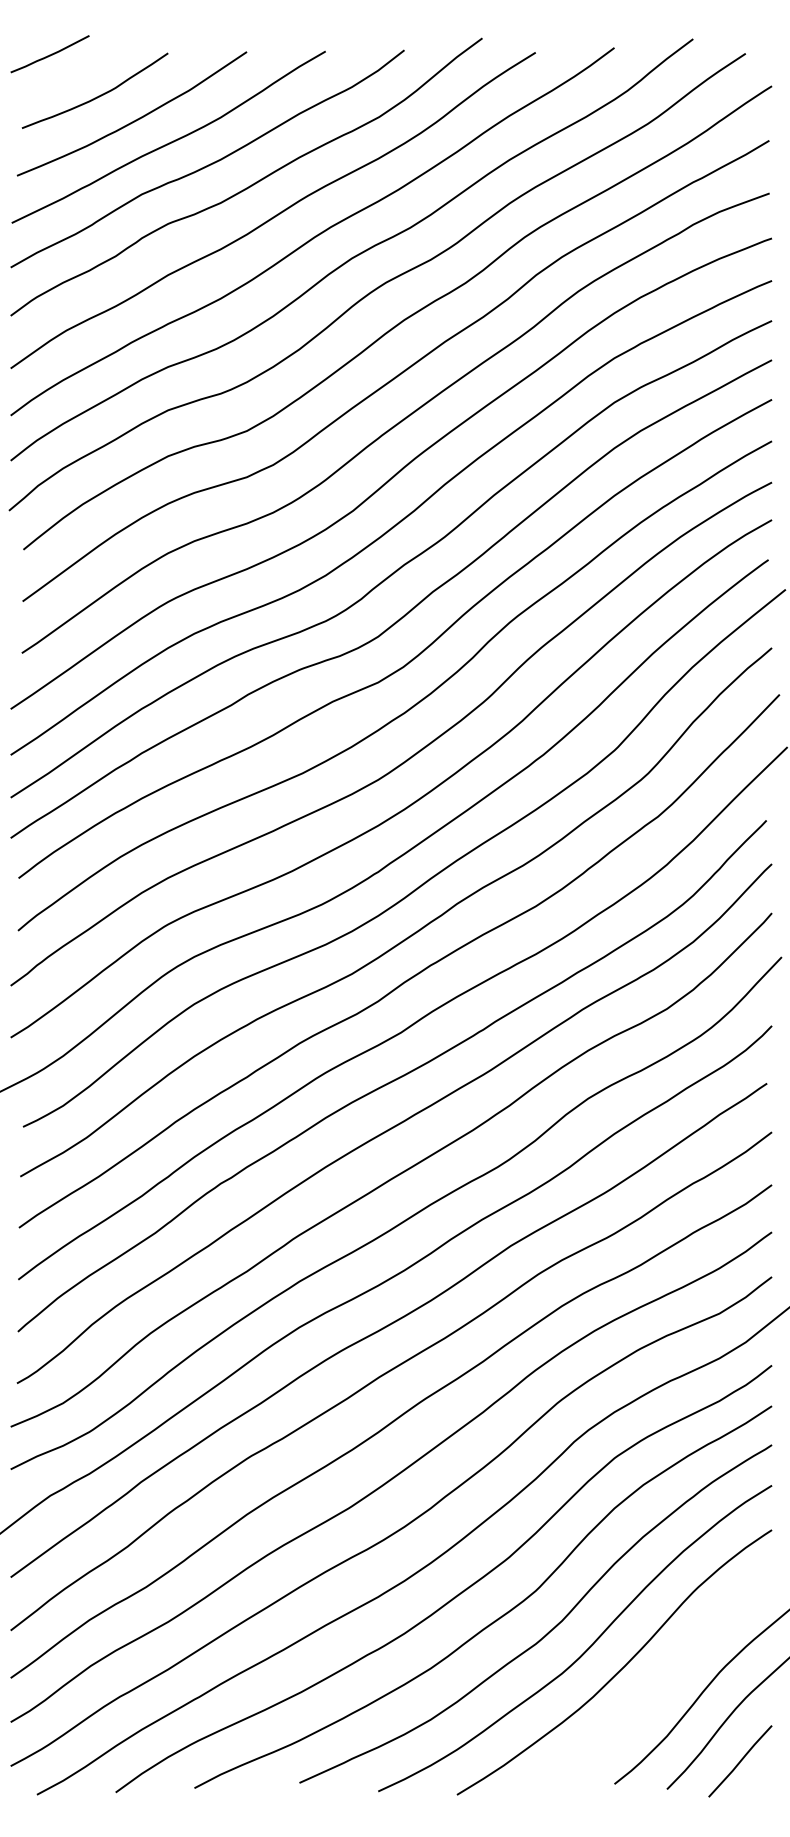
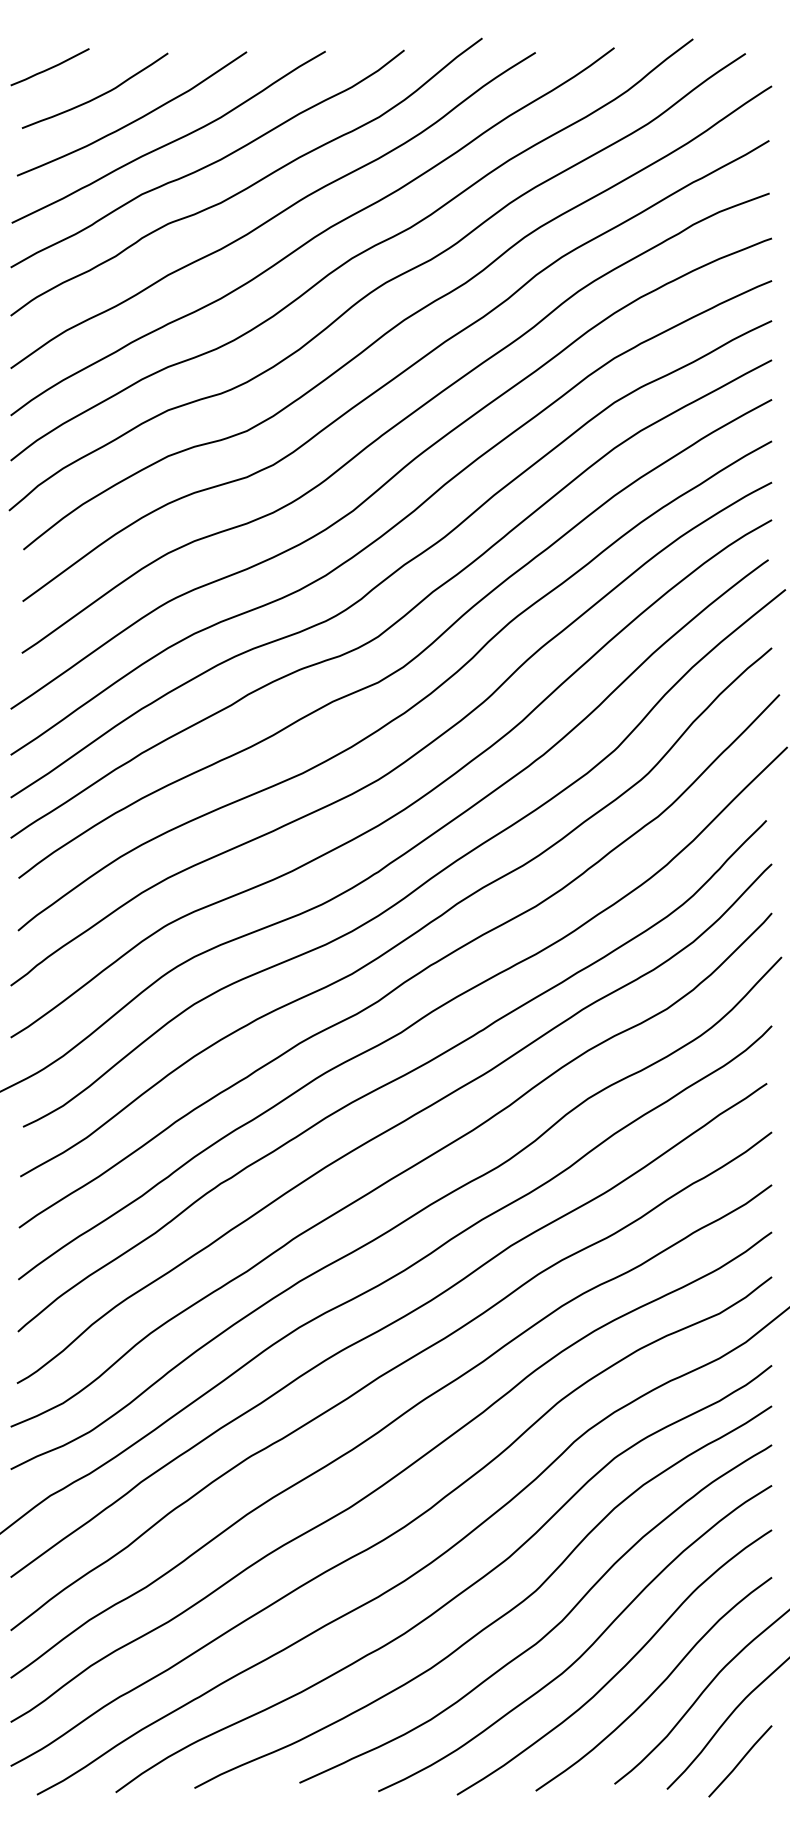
curve at (49, 54) position: (49, 54) -> (49, 67)
curve at (656, 1687): none -> present
